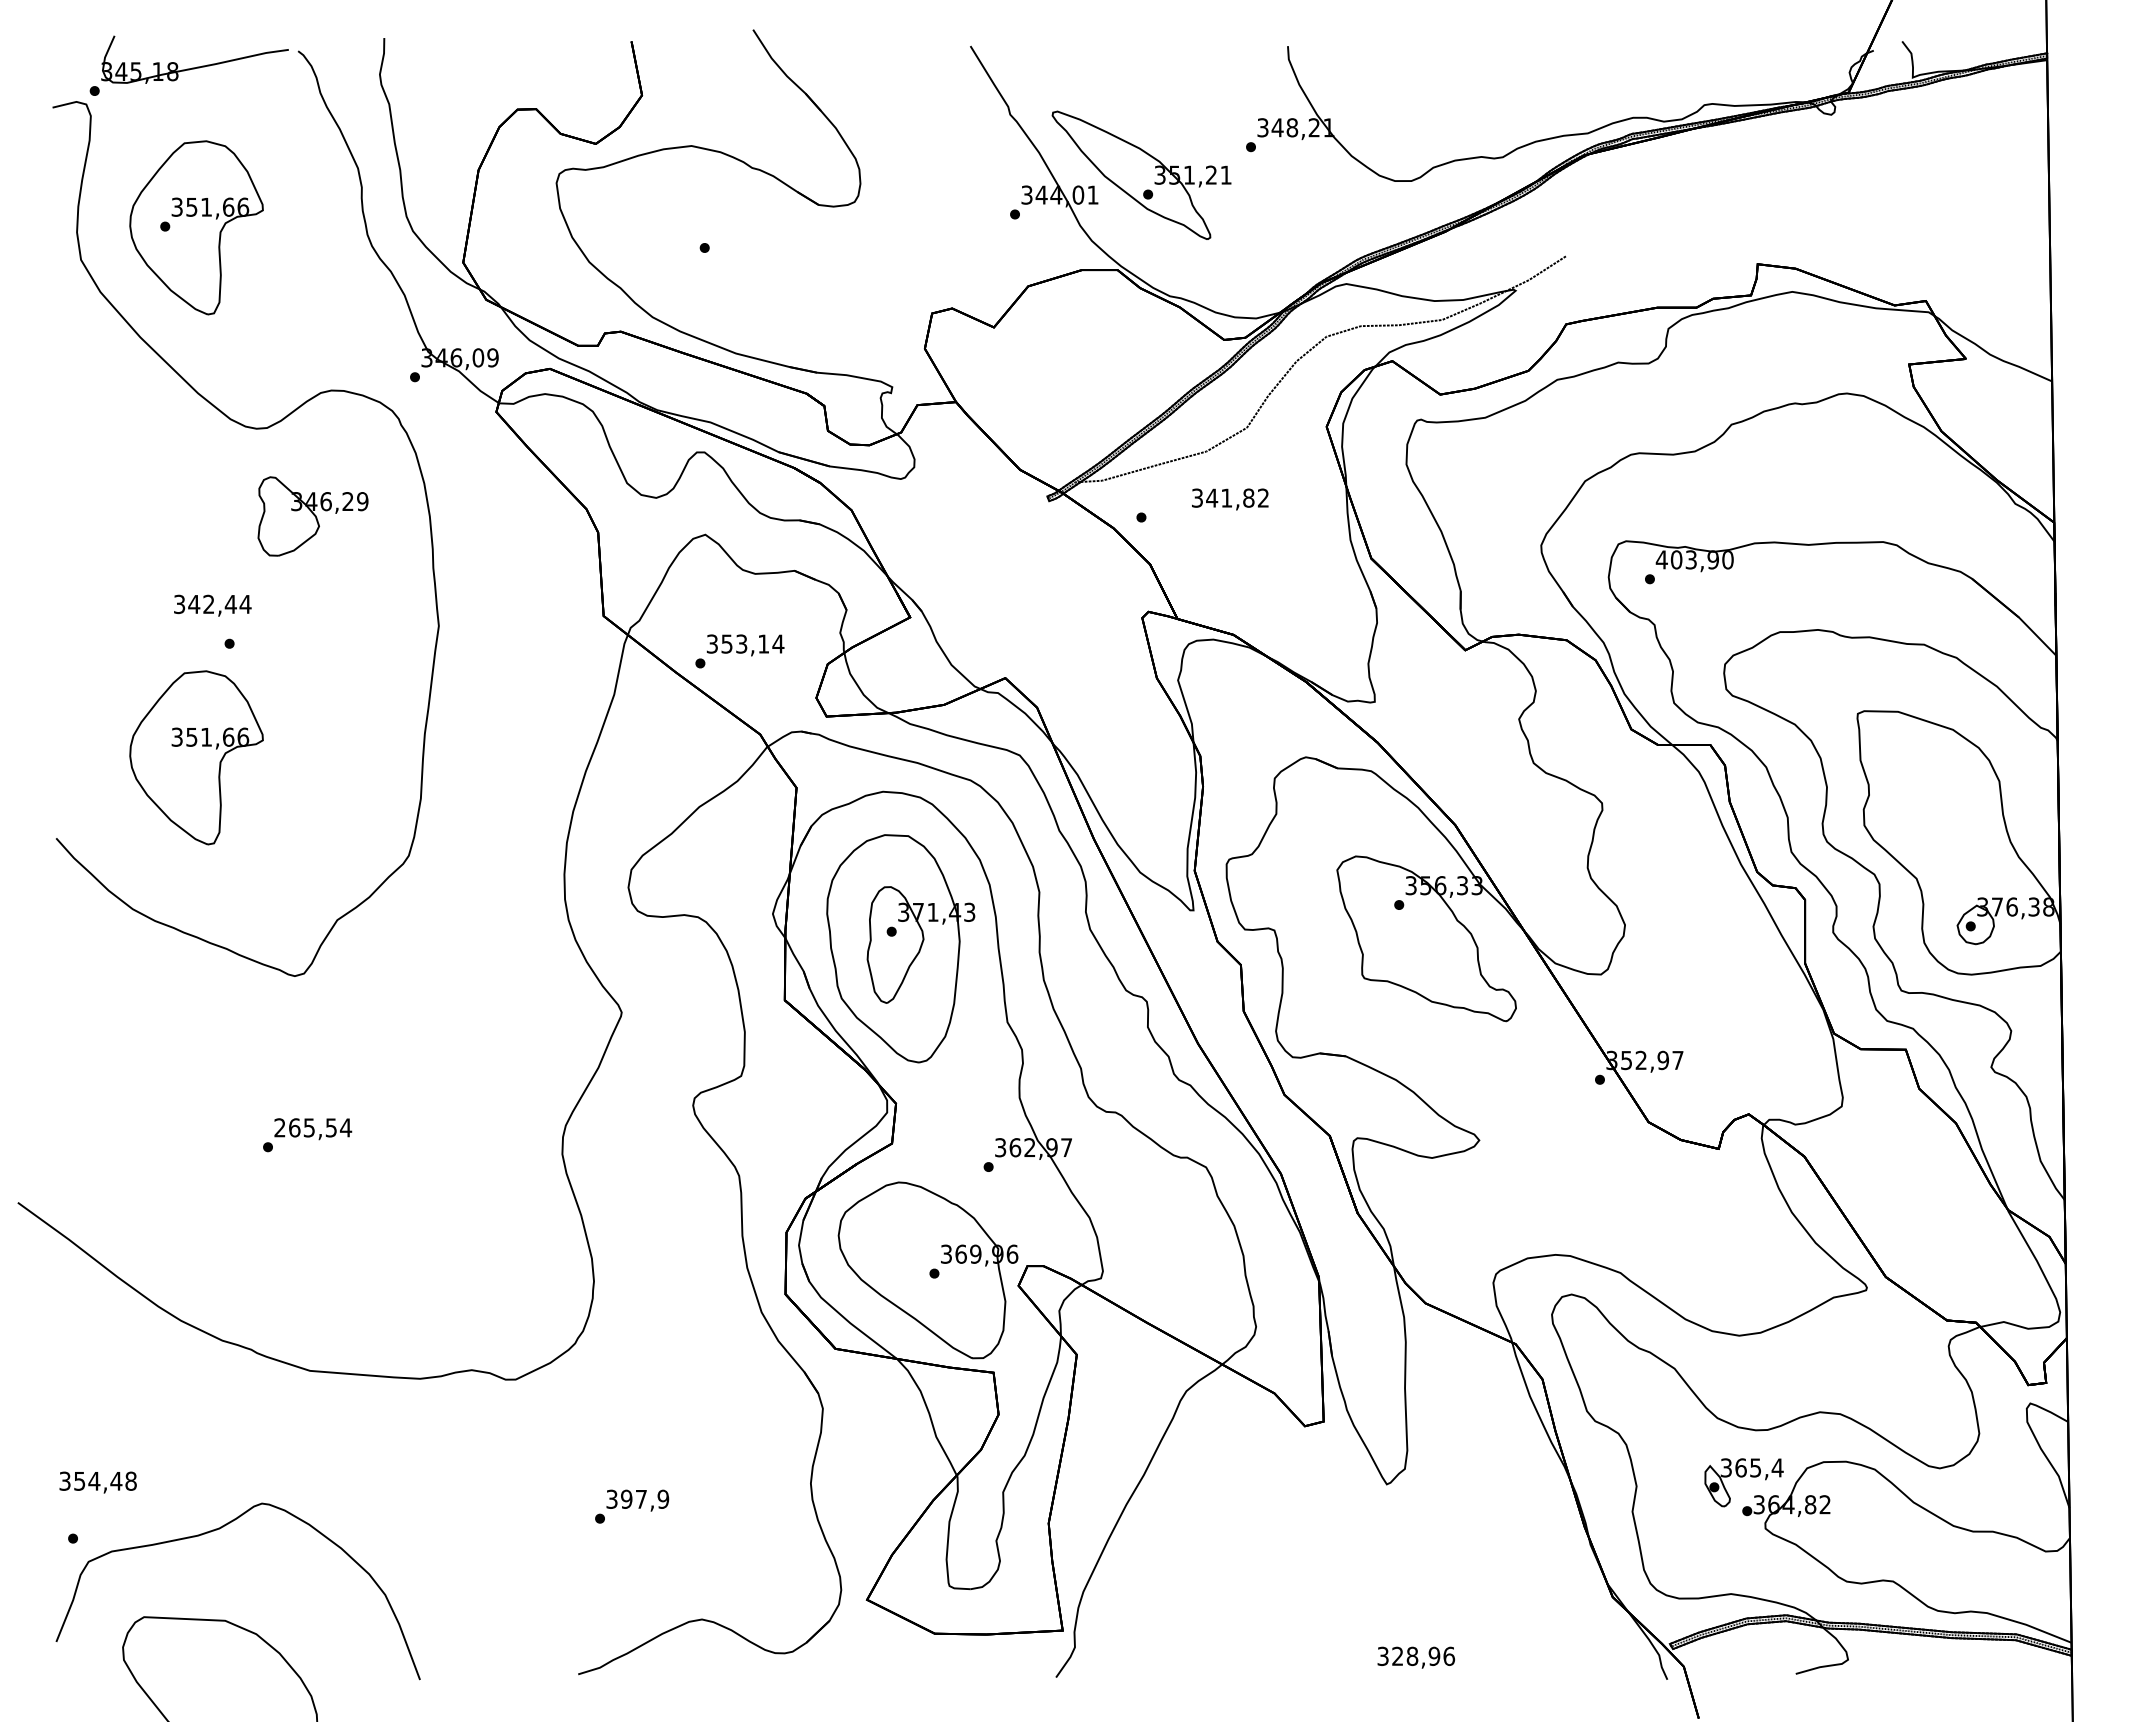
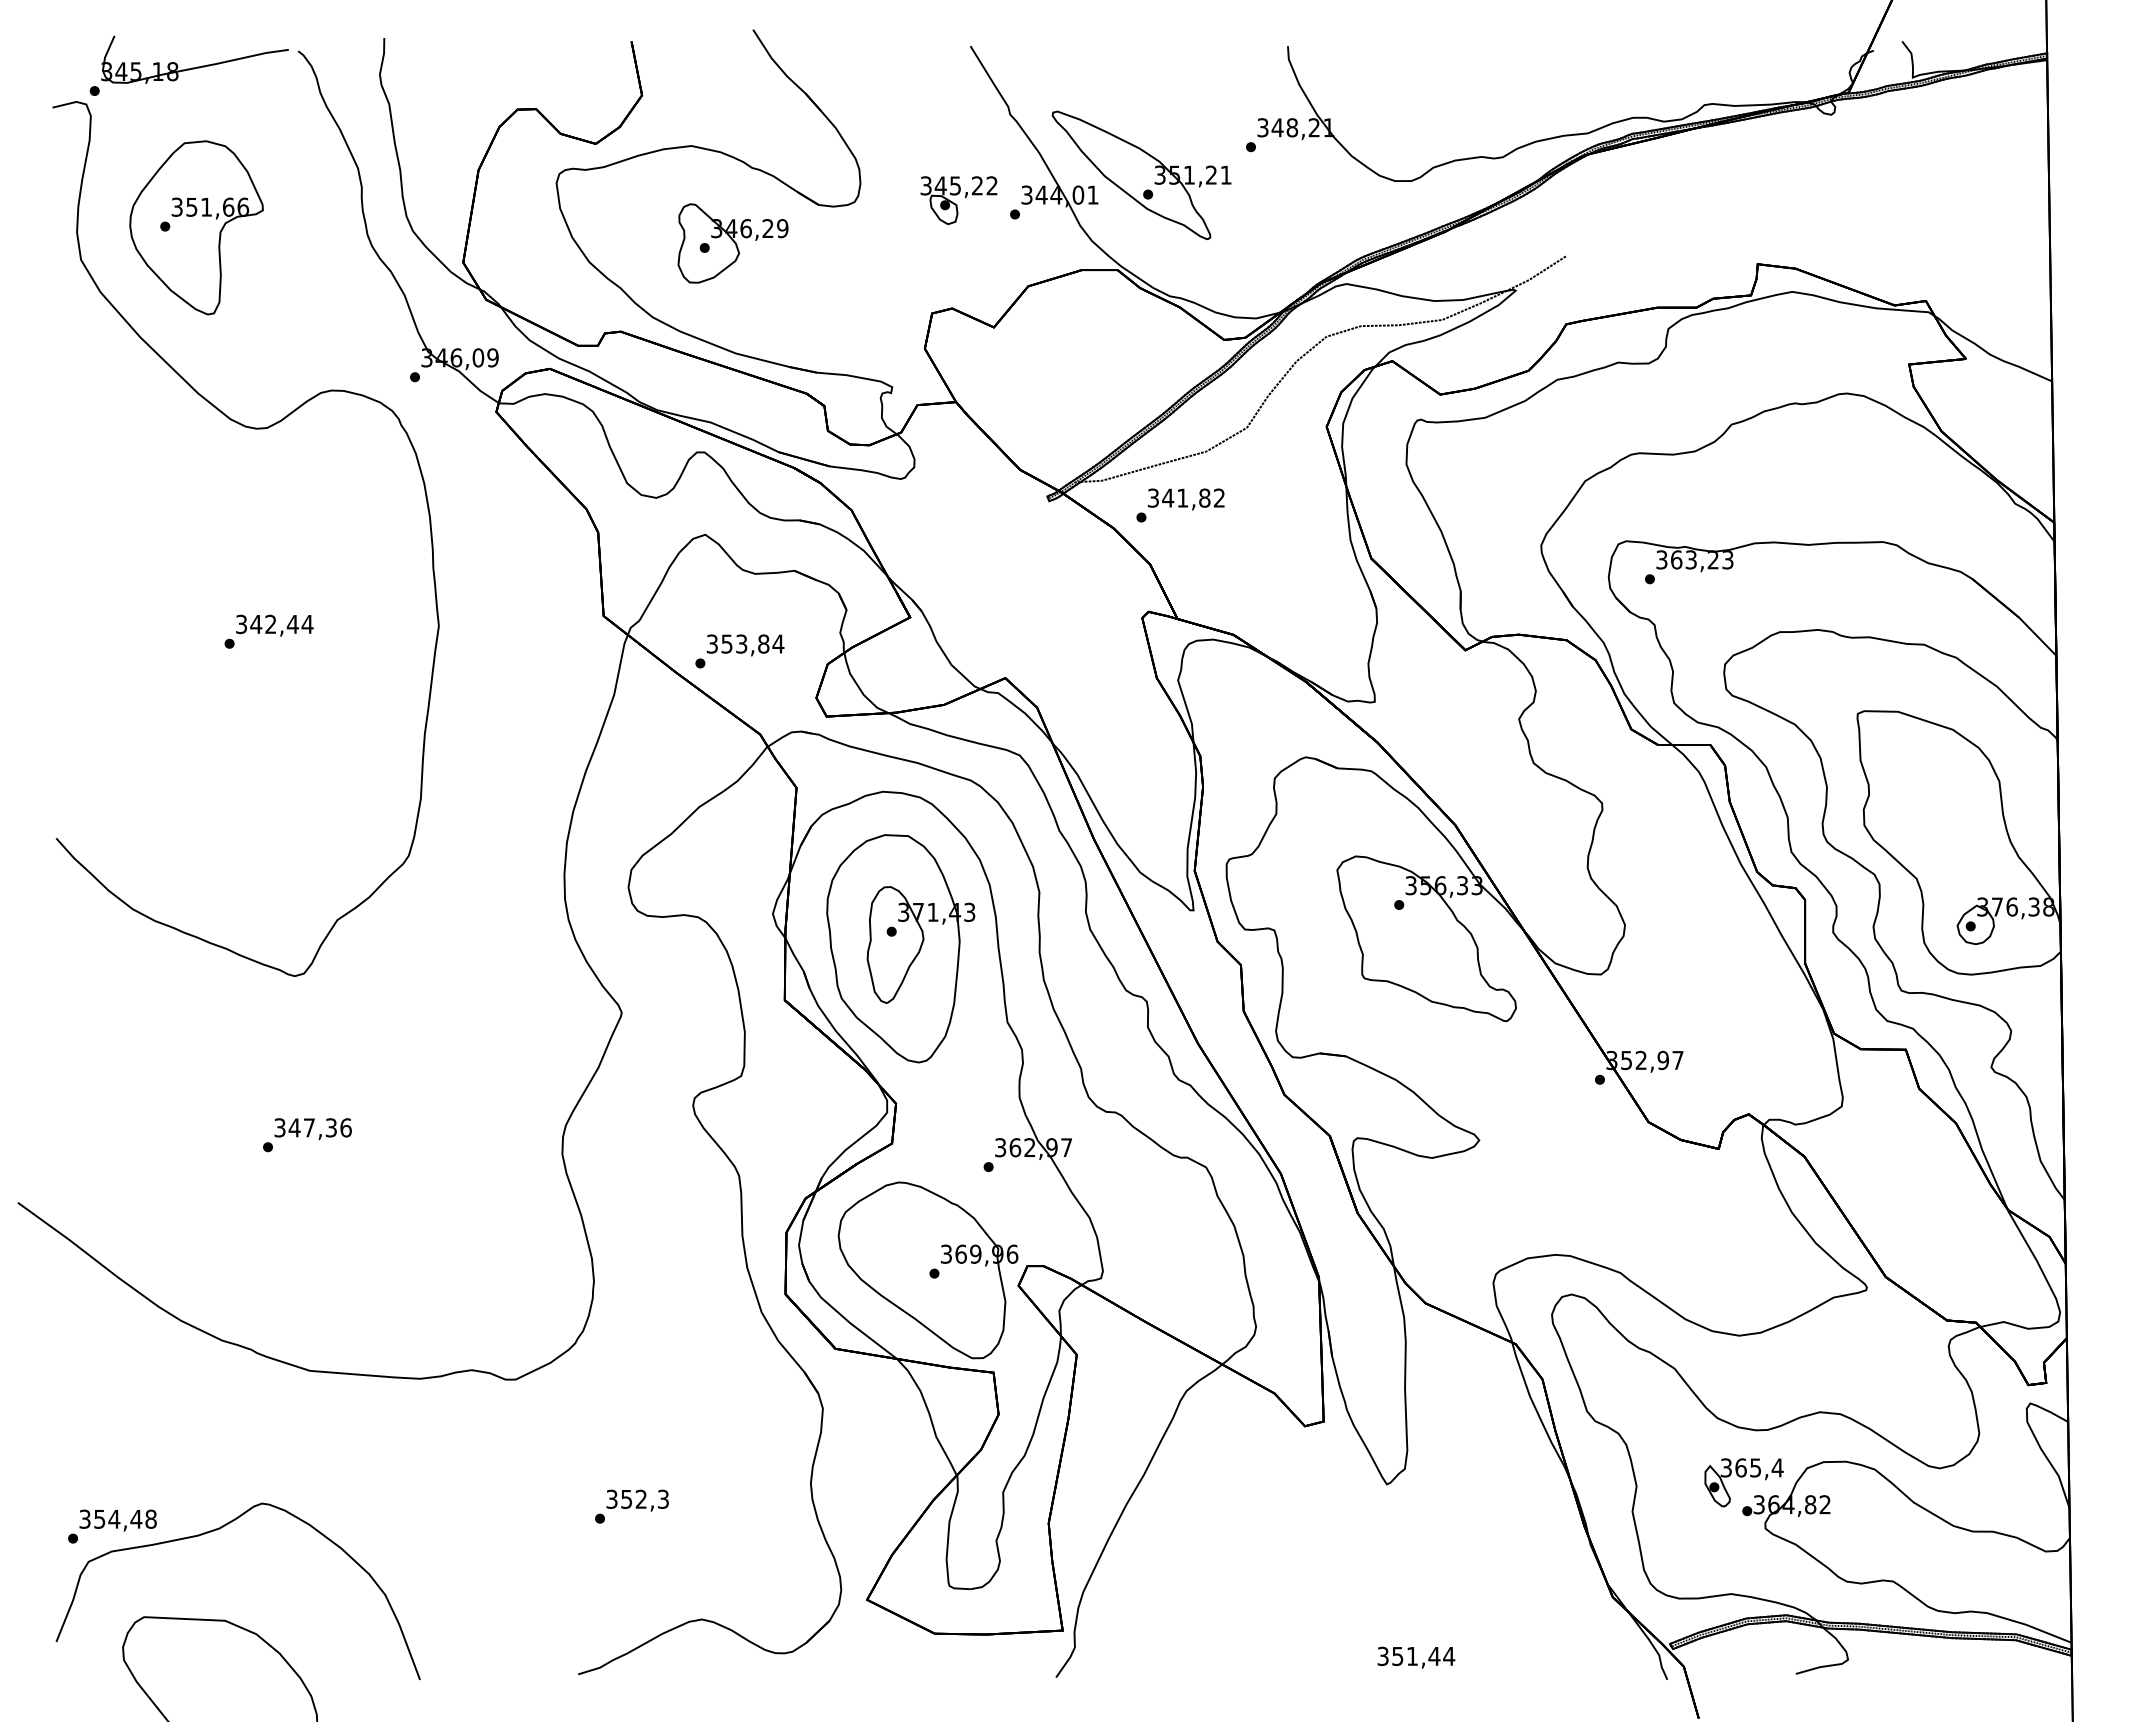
part at (958, 200): none -> present
text at (1230, 499) position: (1230, 499) -> (1186, 499)
part at (312, 516) position: (312, 516) -> (732, 243)
text at (1694, 559): 403,90 -> 363,23
text at (212, 605) position: (212, 605) -> (274, 625)
text at (763, 643): 353,14 -> 353,84
part at (196, 757): present -> none
text at (313, 1127): 265,54 -> 347,36
text at (97, 1482) position: (97, 1482) -> (117, 1520)
text at (645, 1498): 397,9 -> 352,3
text at (1423, 1656): 328,96 -> 351,44
